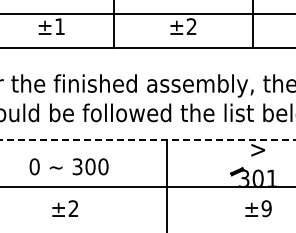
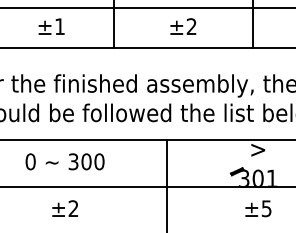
line at (147, 14) position: (147, 14) -> (147, 8)
line at (148, 140): dashed -> solid
text at (68, 166) position: (68, 166) -> (64, 161)
text at (266, 208): ±9 -> ±5
